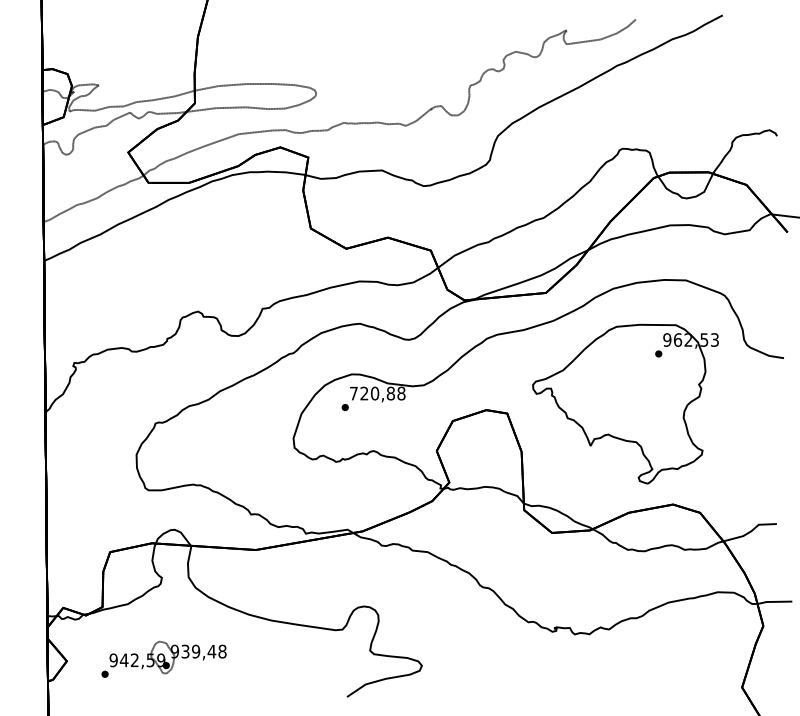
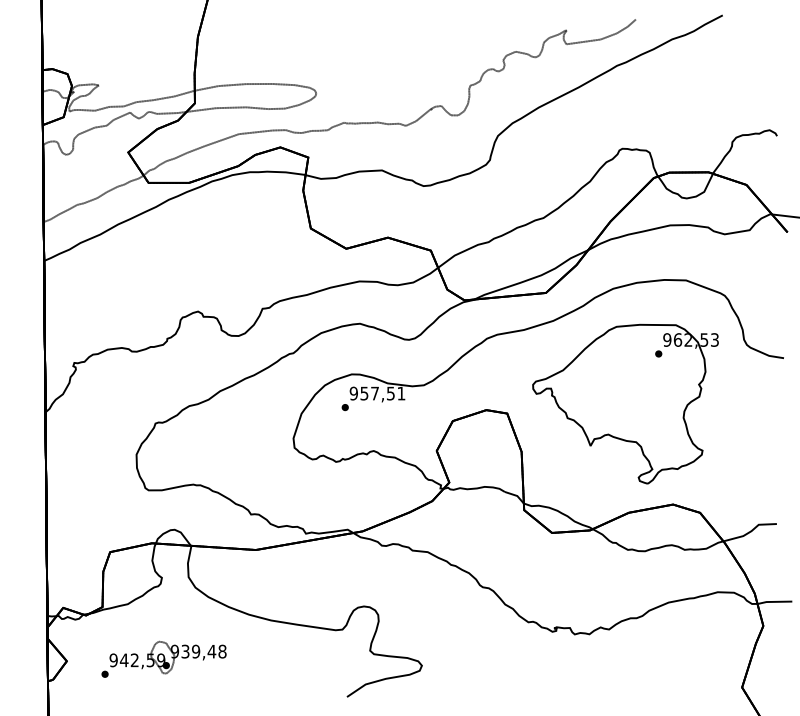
text at (377, 393): 720,88 -> 957,51
